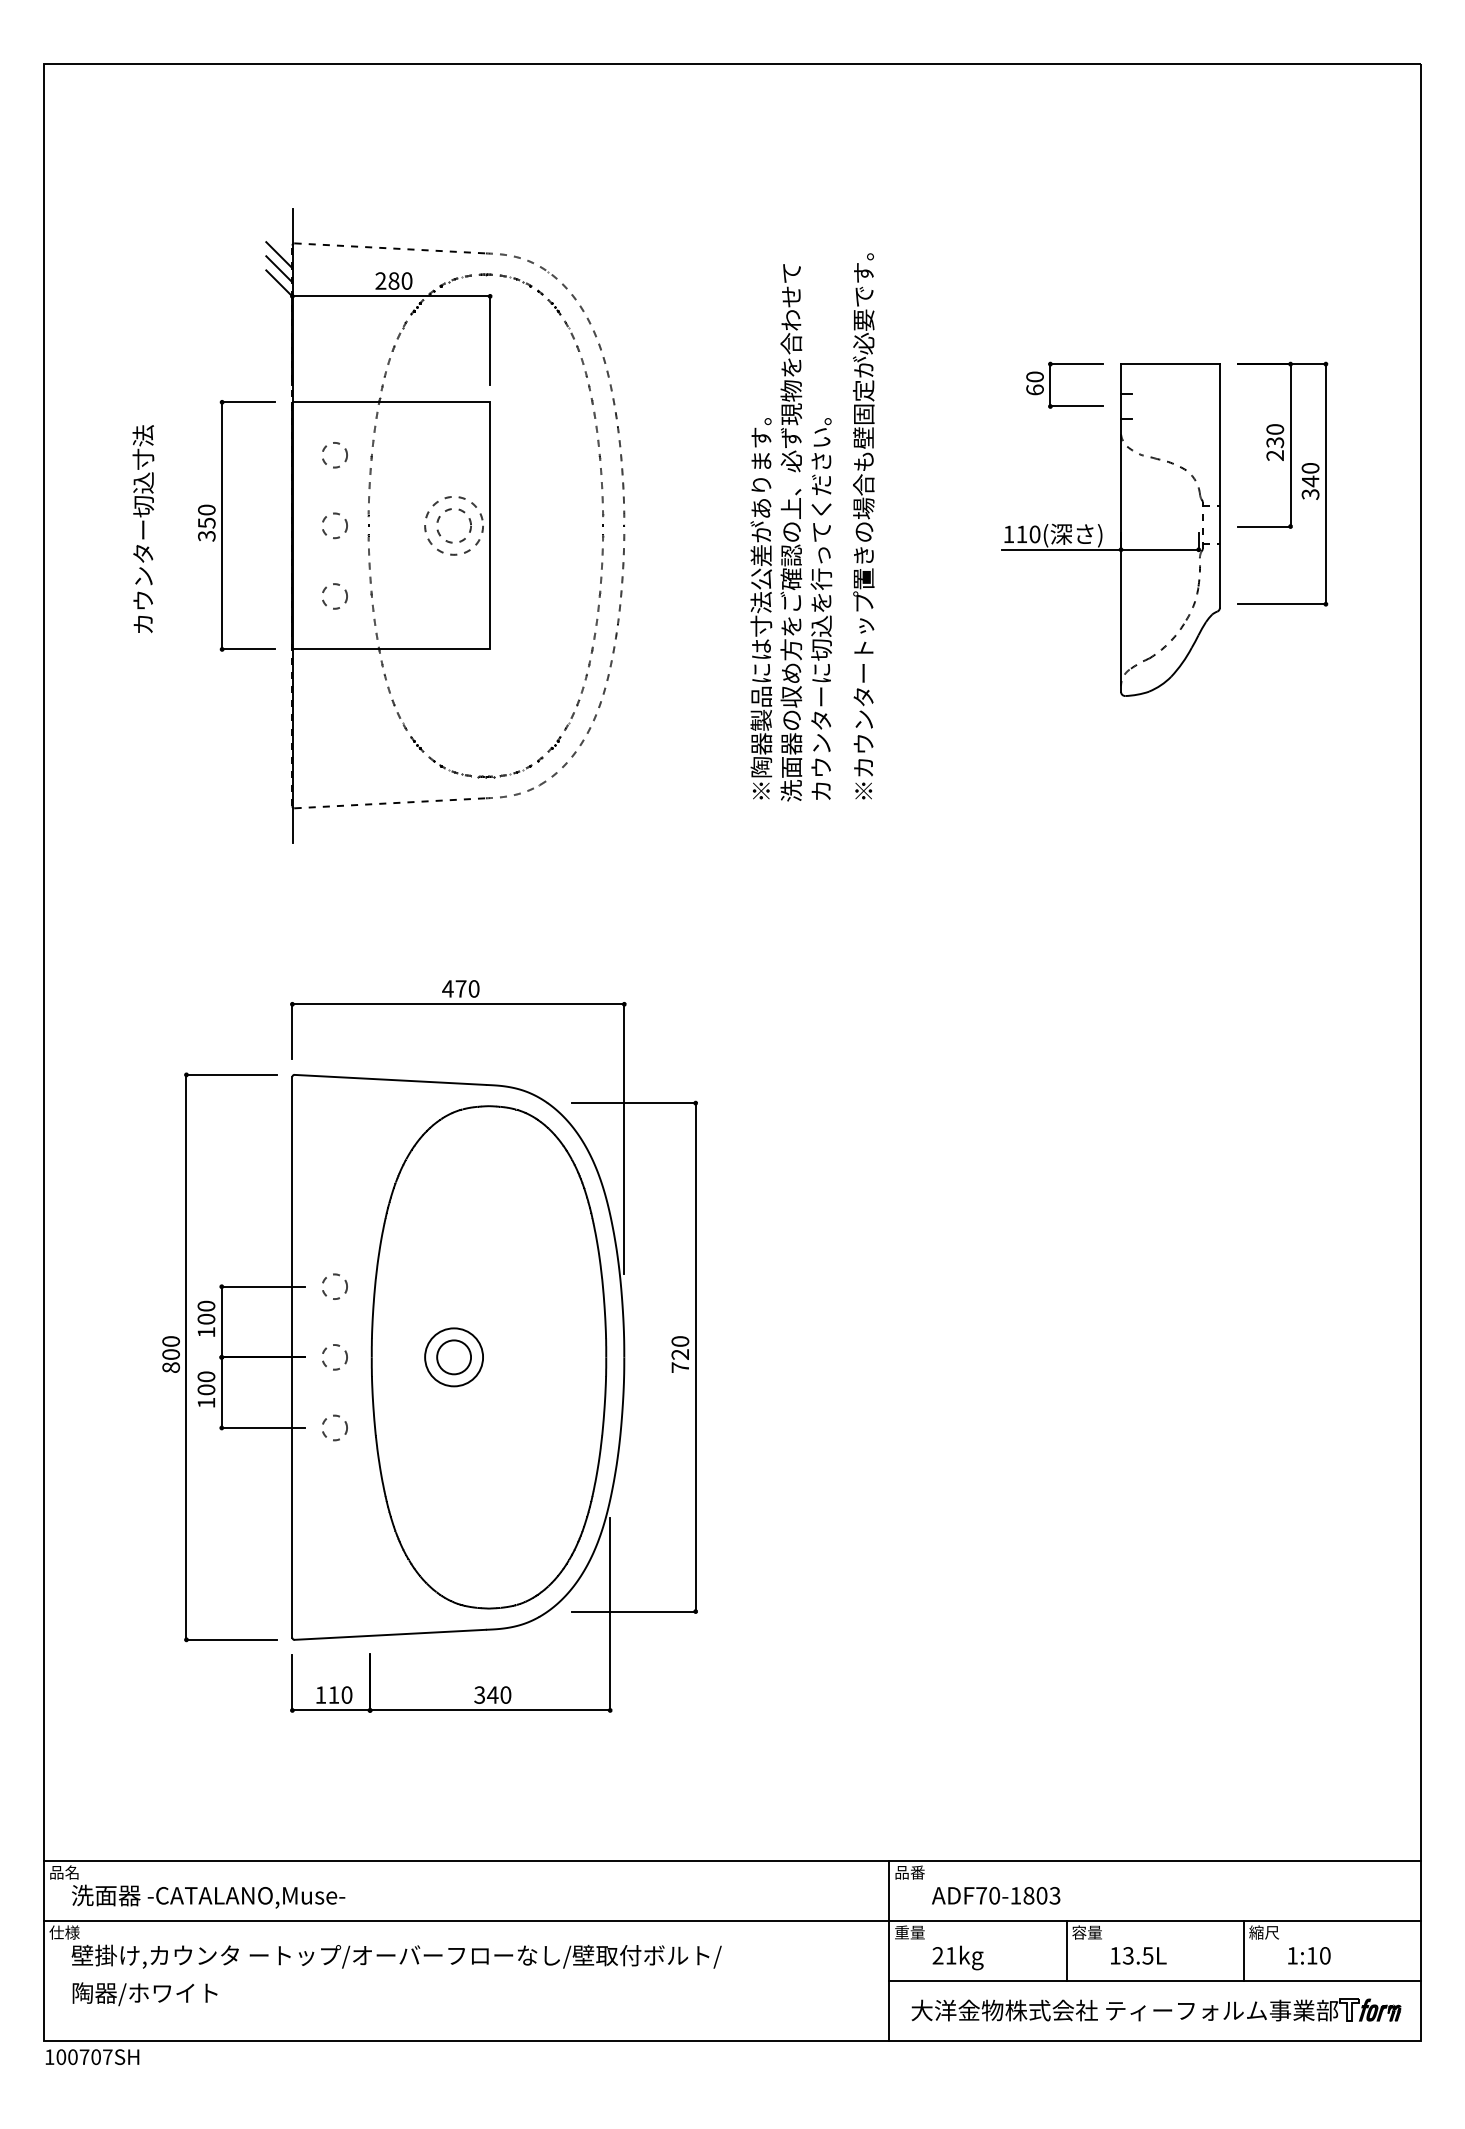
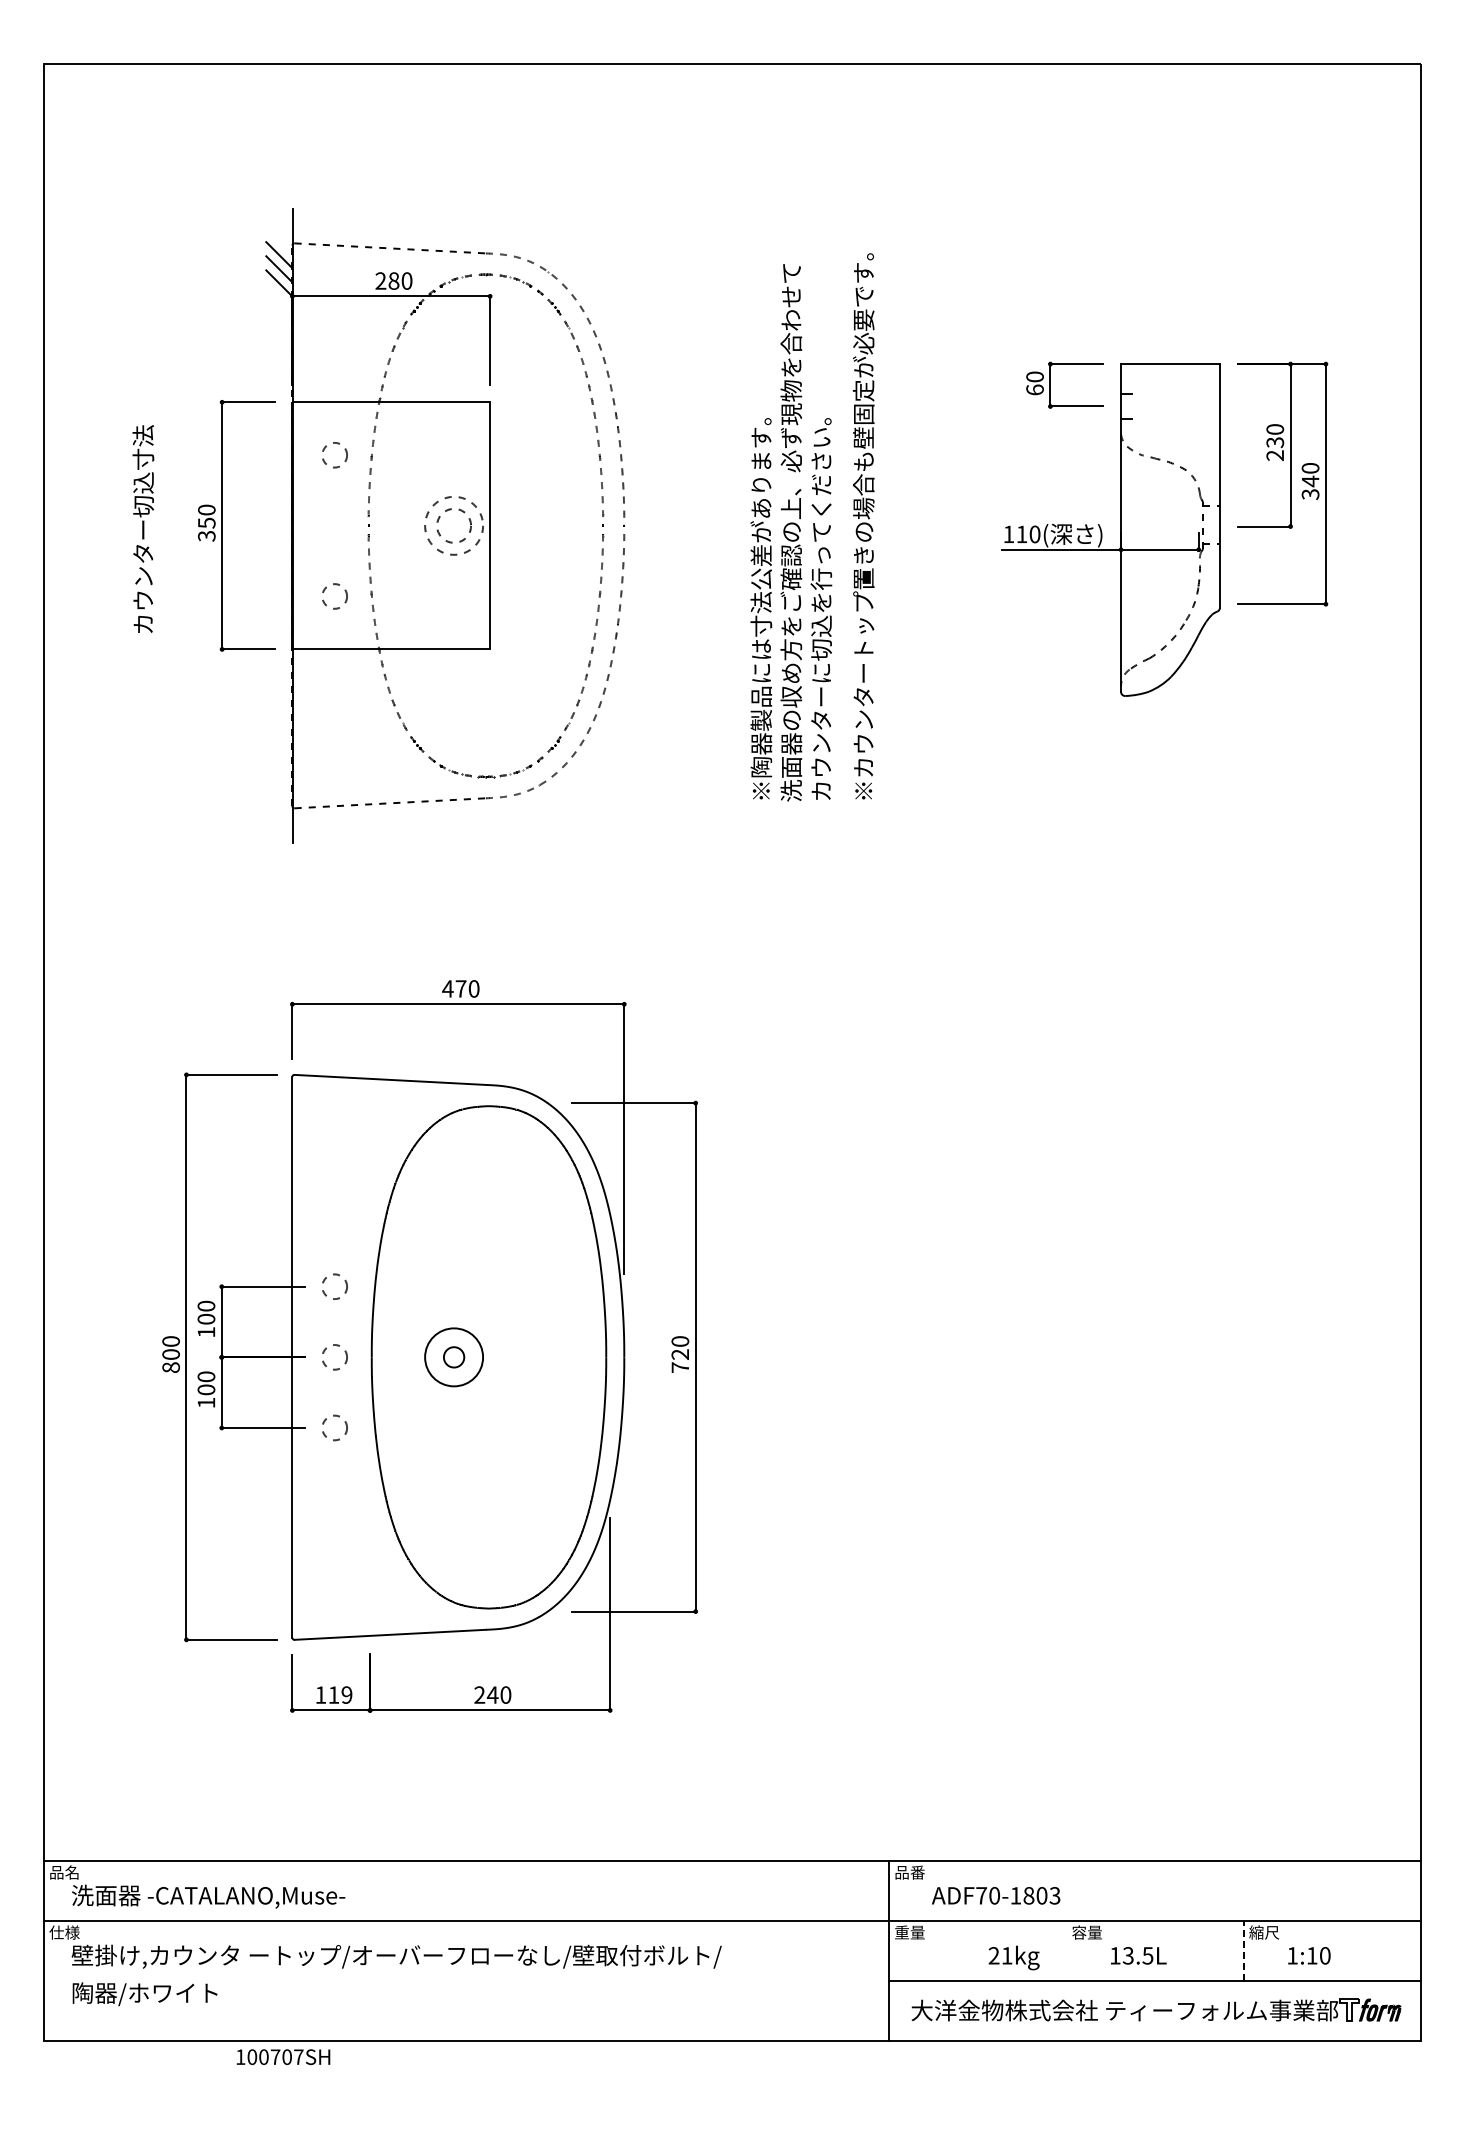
circle at (334, 525): present -> none
circle at (454, 1357) diameter: 34 px -> 20 px
text at (346, 1694): 110 -> 119
text at (479, 1694): 340 -> 240
line at (1243, 1950): solid -> dashed
line at (1066, 1951): present -> none
text at (957, 1957) position: (957, 1957) -> (1013, 1957)
text at (92, 2056) position: (92, 2056) -> (283, 2056)
